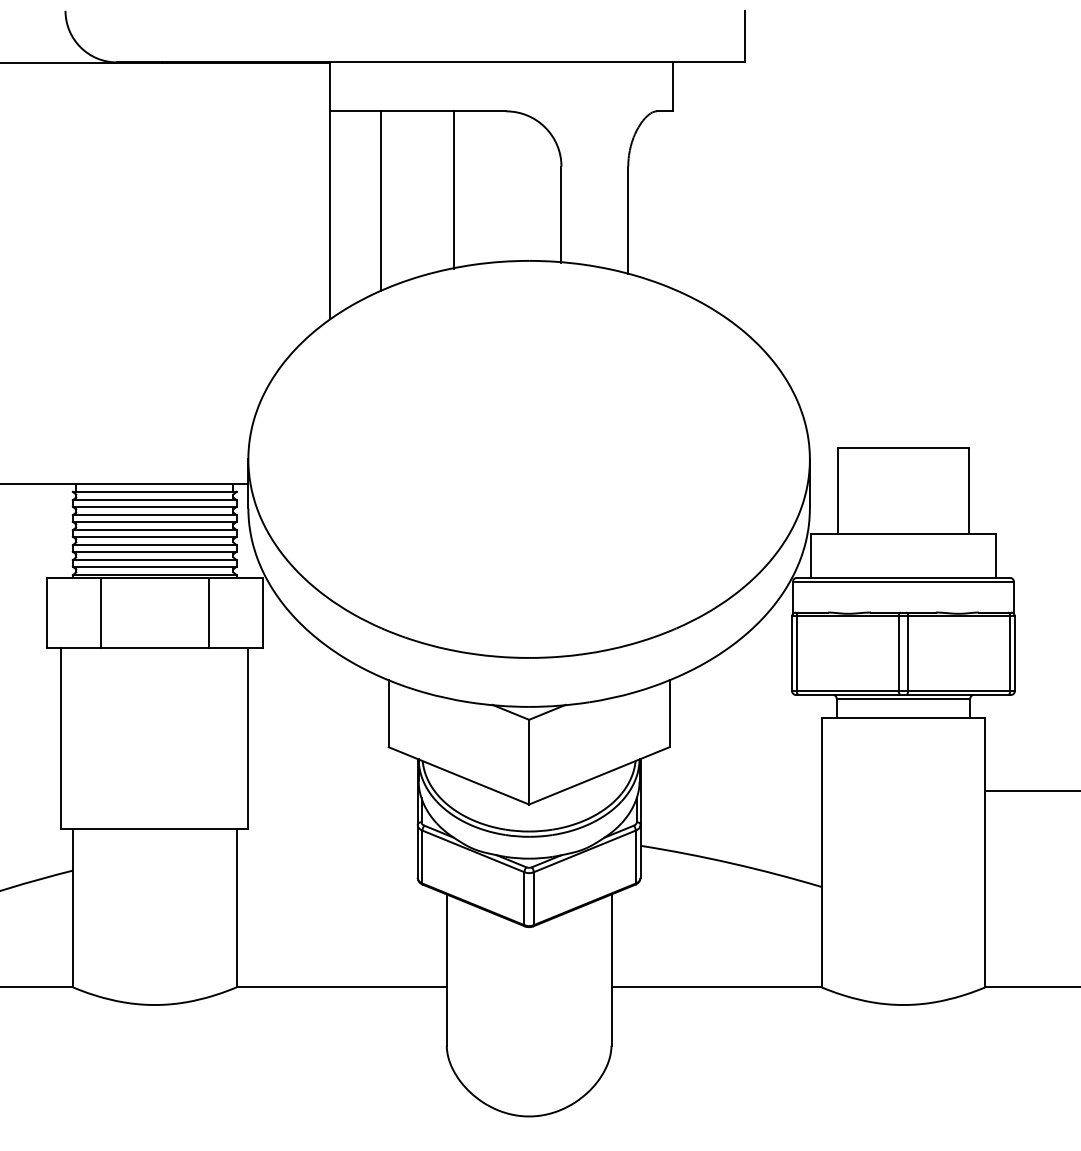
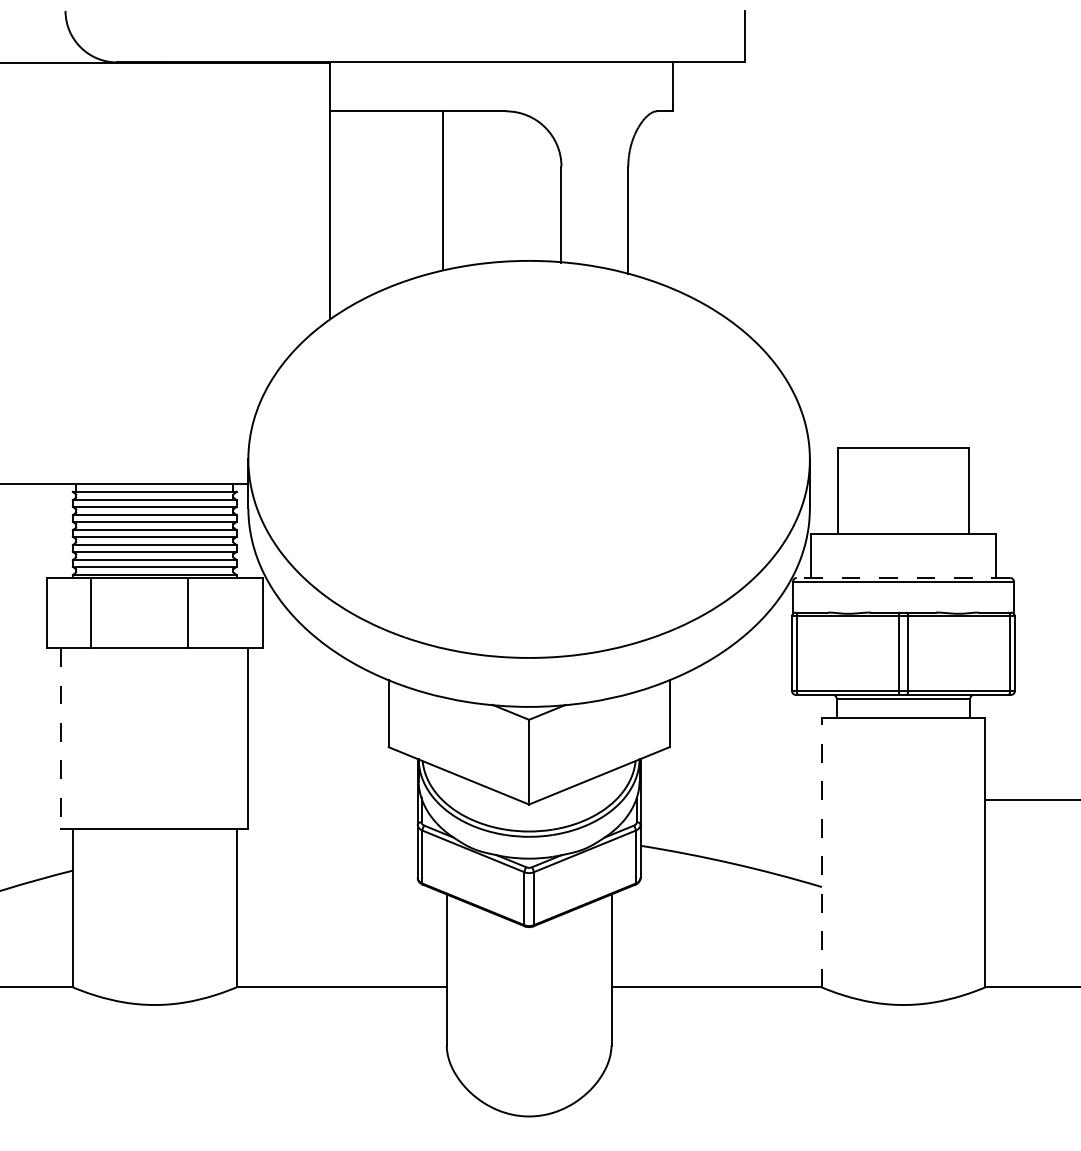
line at (453, 189) position: (453, 189) -> (442, 189)
line at (381, 201): present -> none
line at (903, 577): solid -> dashed
line at (100, 612) position: (100, 612) -> (90, 612)
line at (208, 612) position: (208, 612) -> (187, 612)
line at (61, 738): solid -> dashed
line at (1031, 790) position: (1031, 790) -> (1031, 799)
line at (821, 852): solid -> dashed
